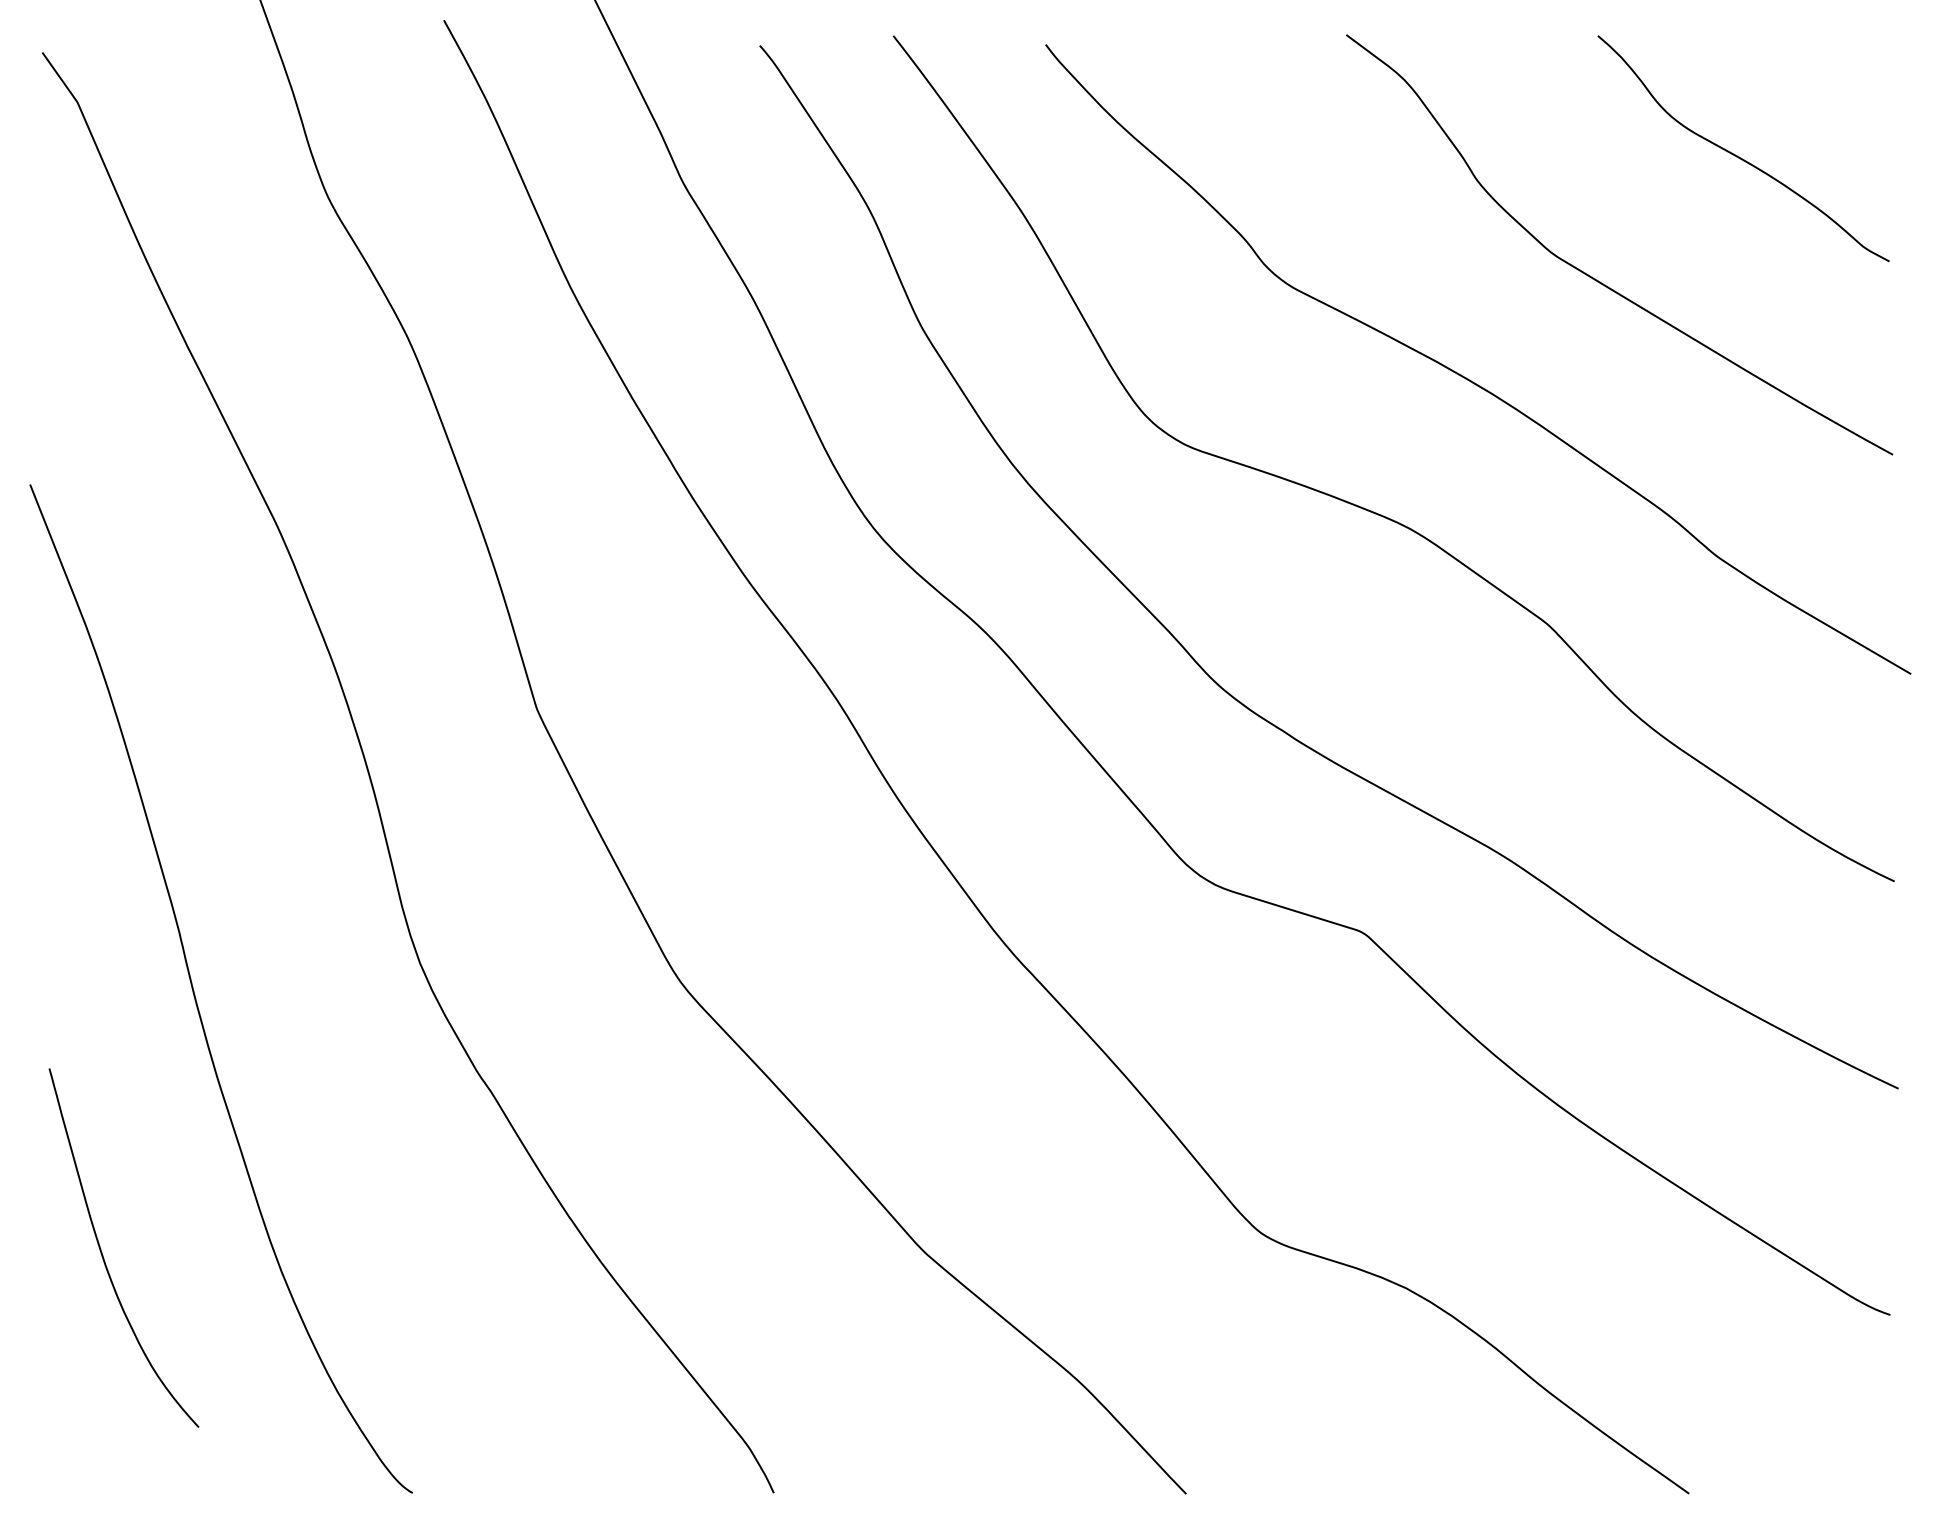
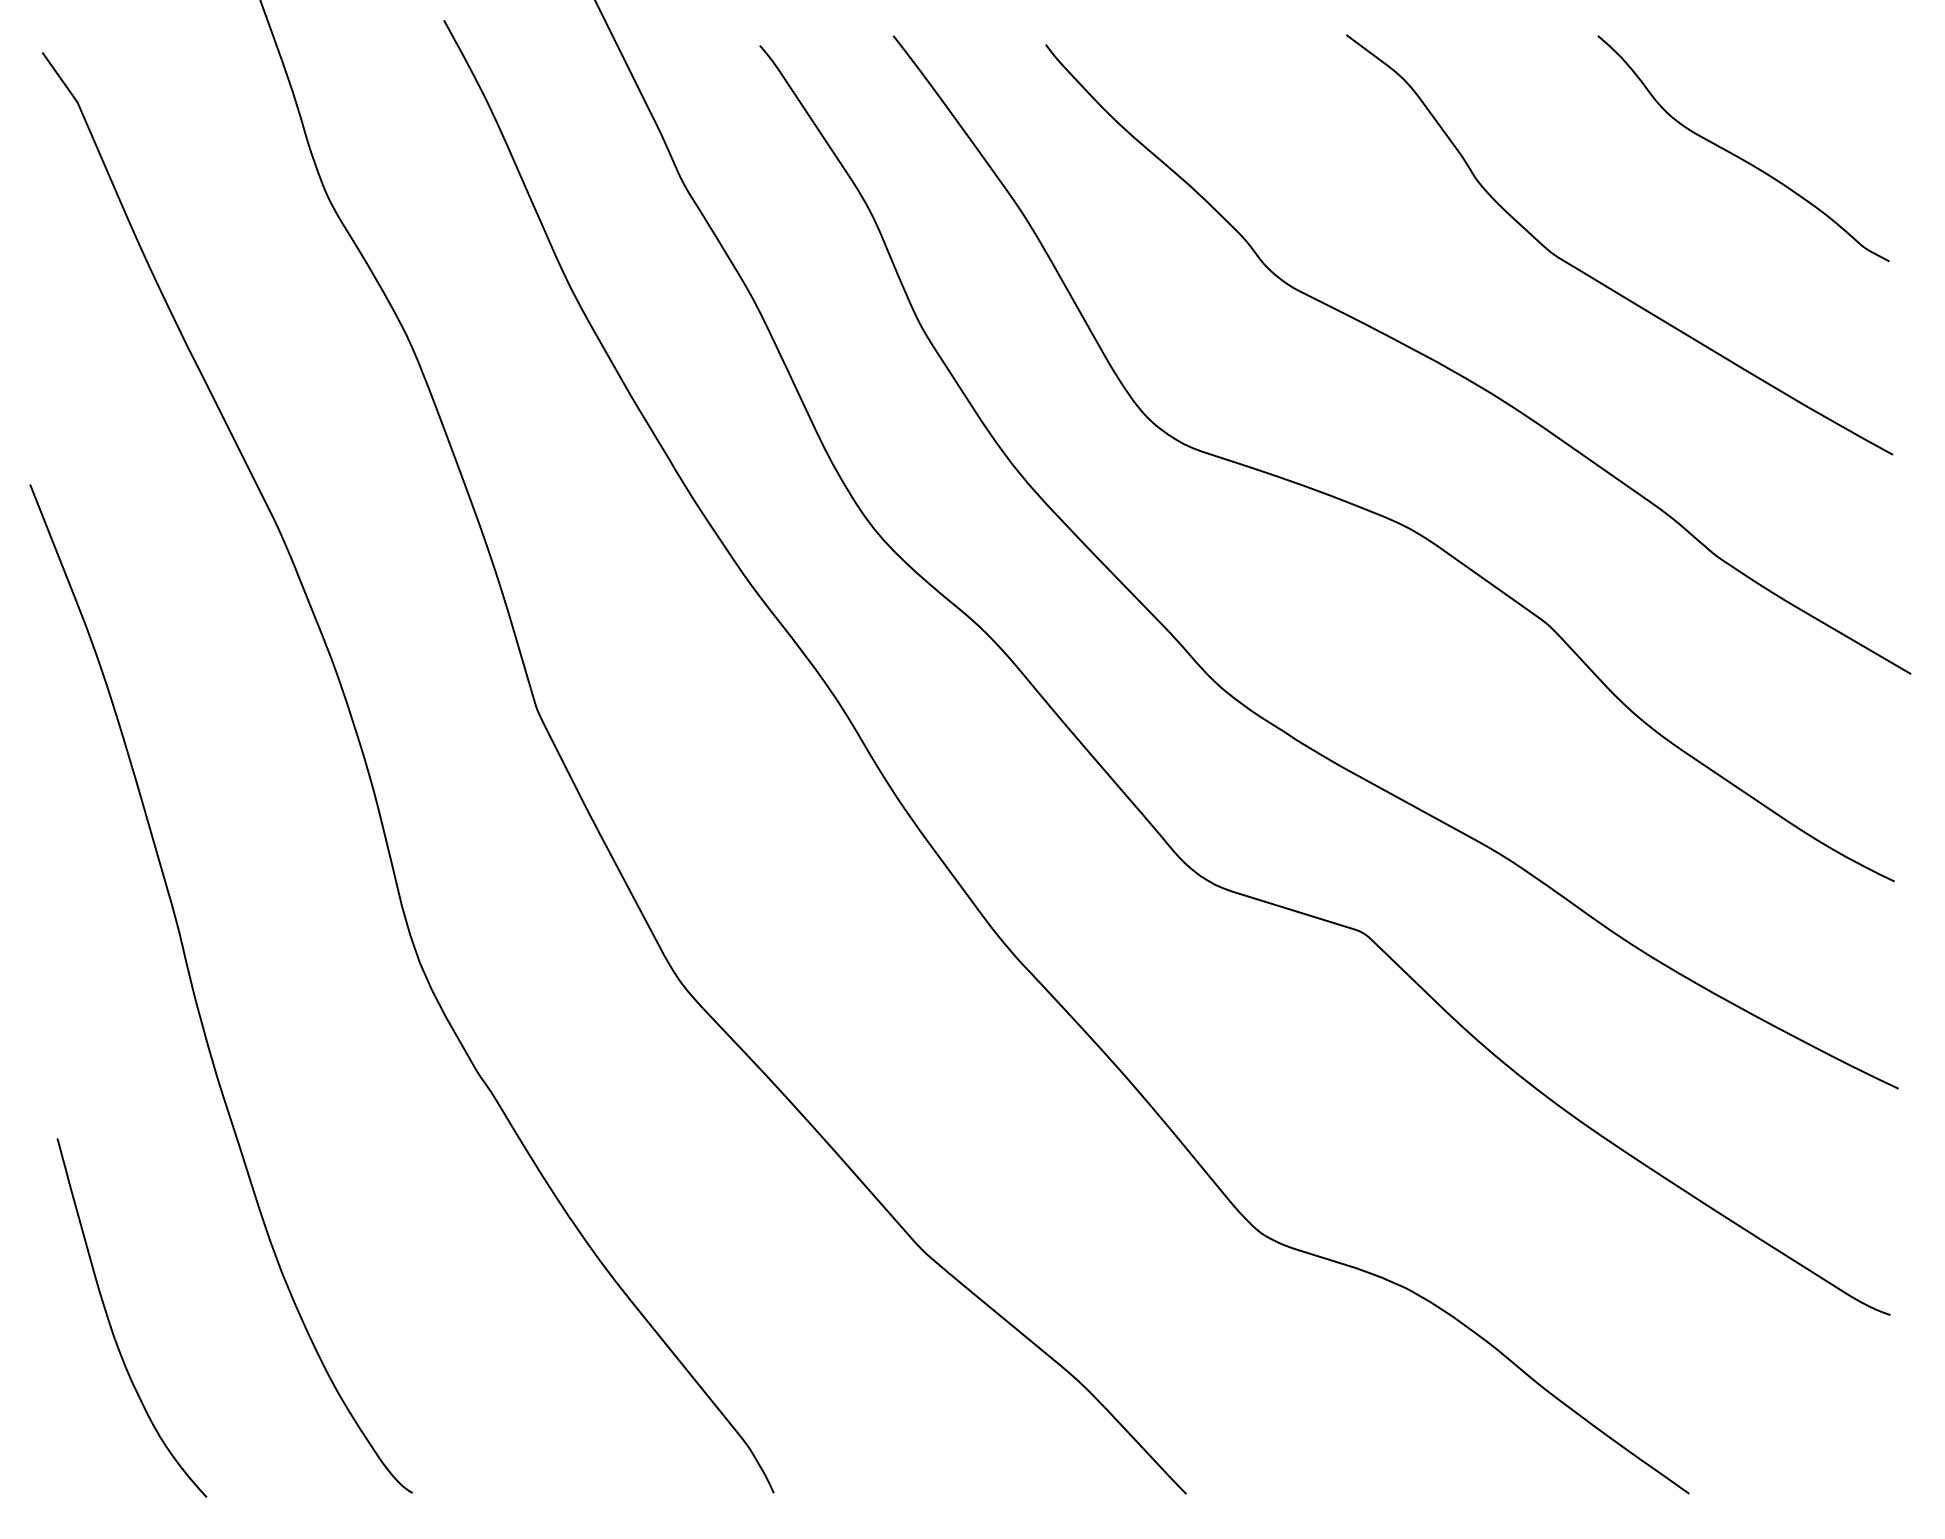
curve at (103, 1255) position: (103, 1255) -> (111, 1325)
